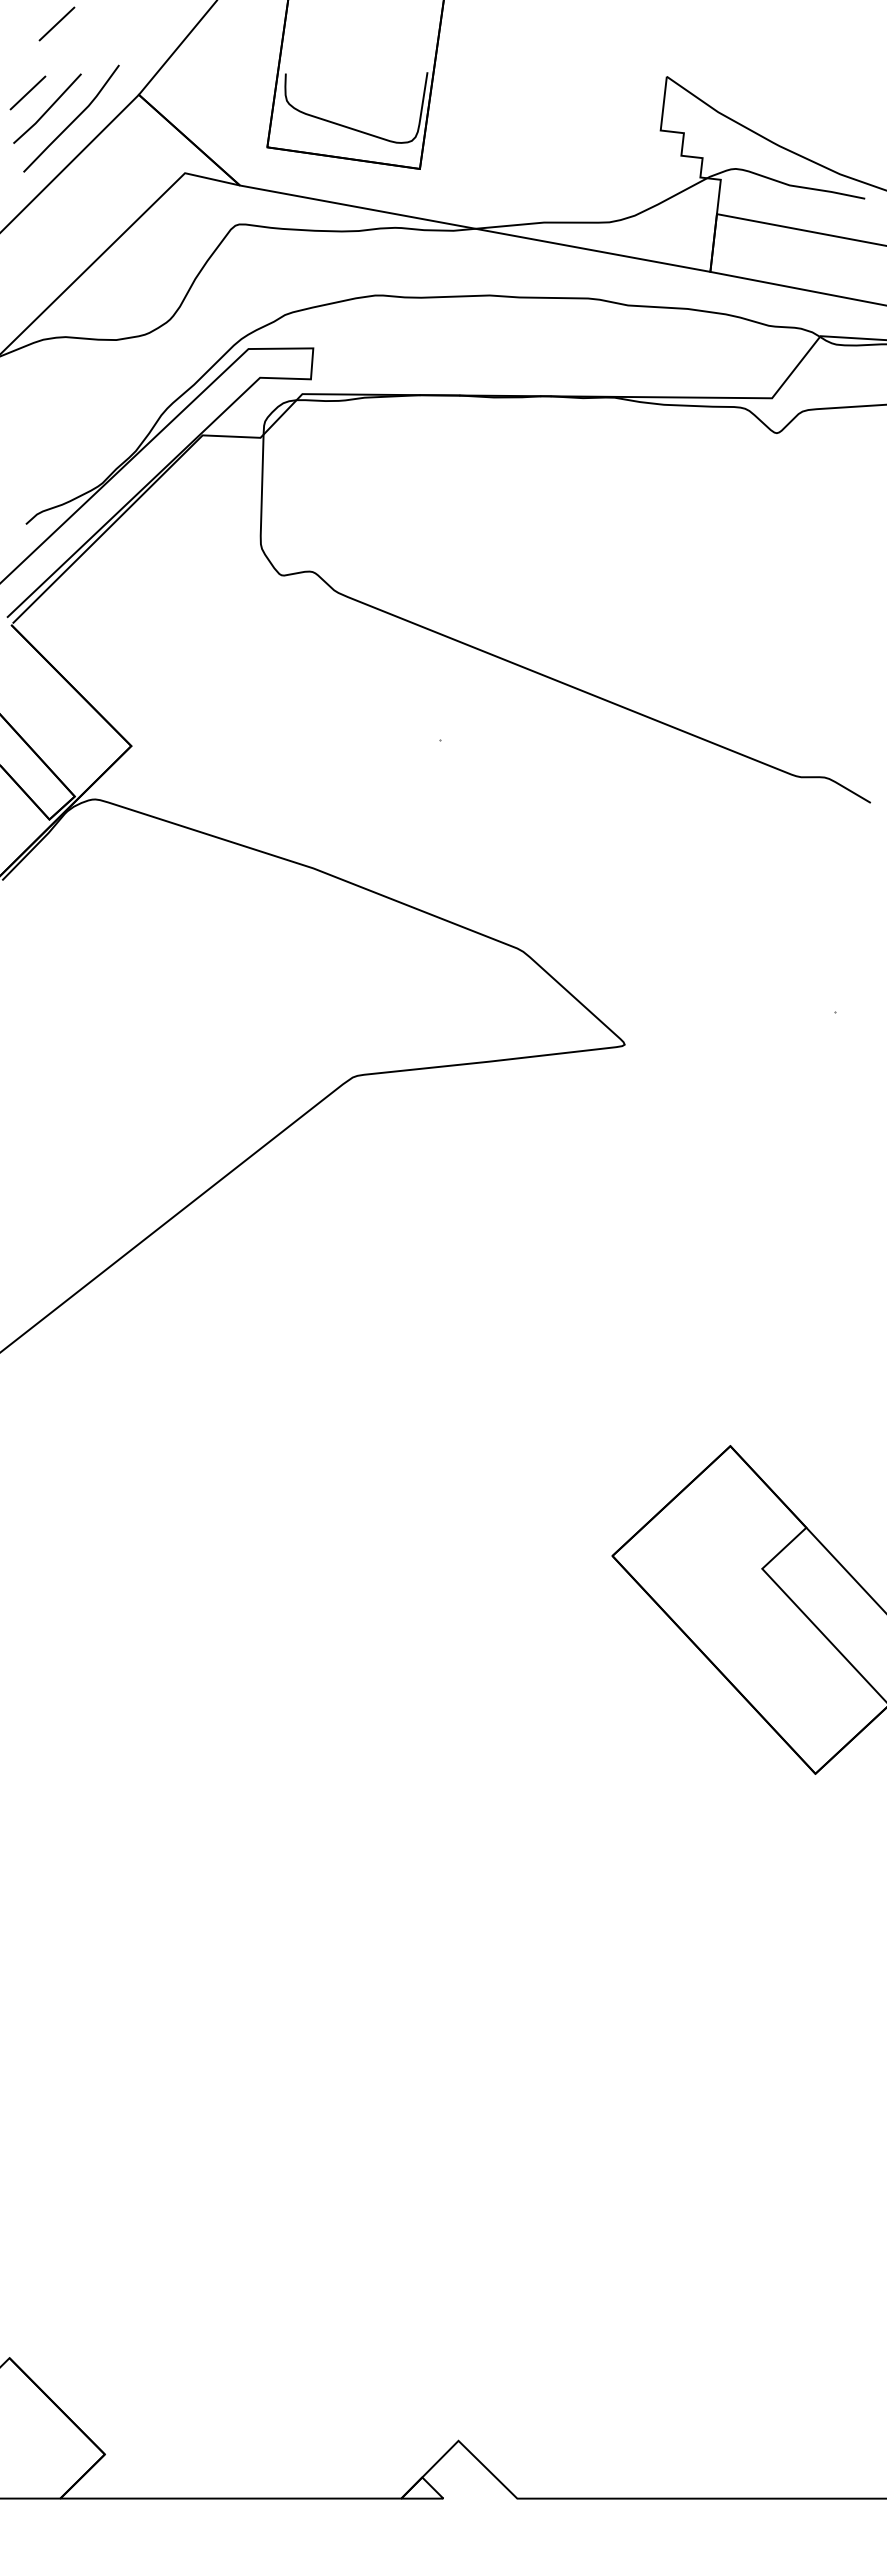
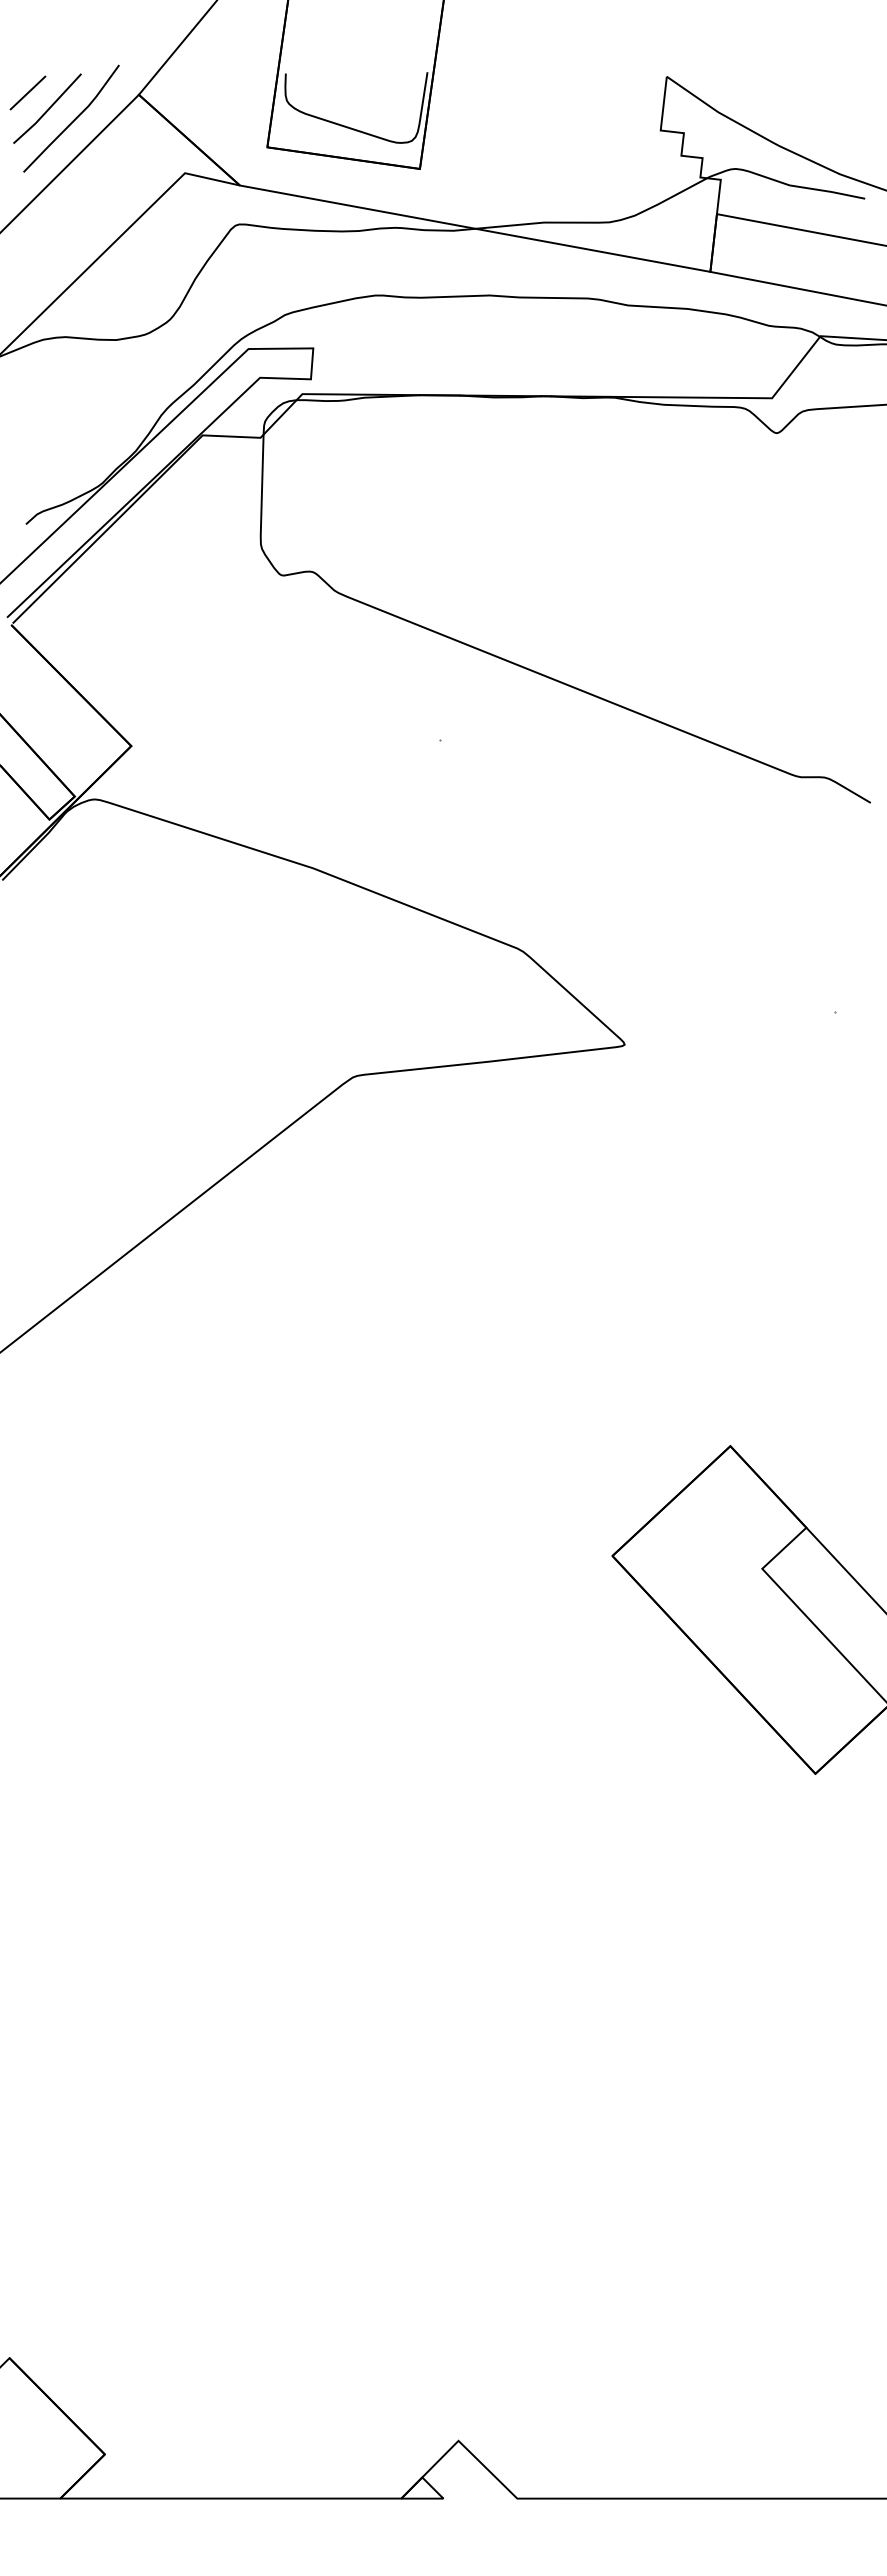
line at (56, 23): present -> none
